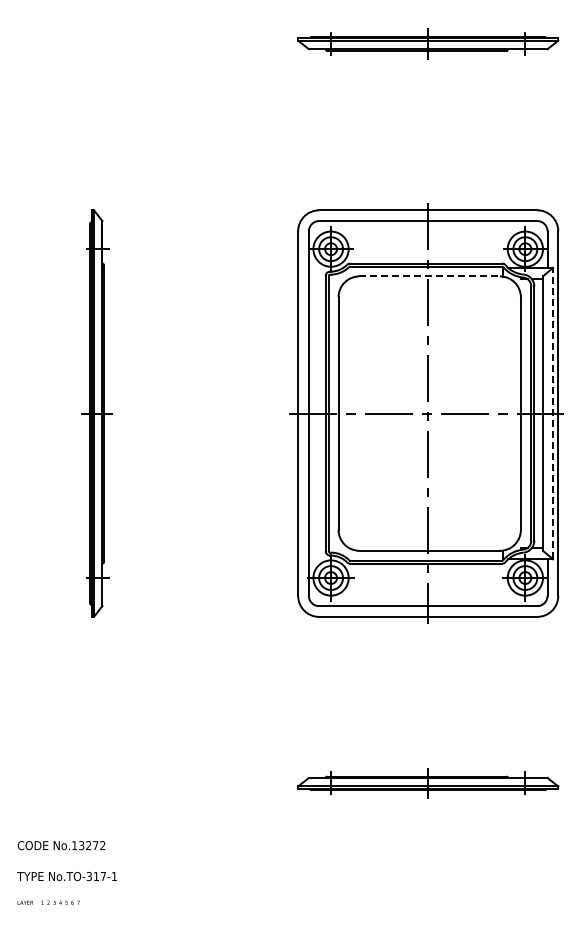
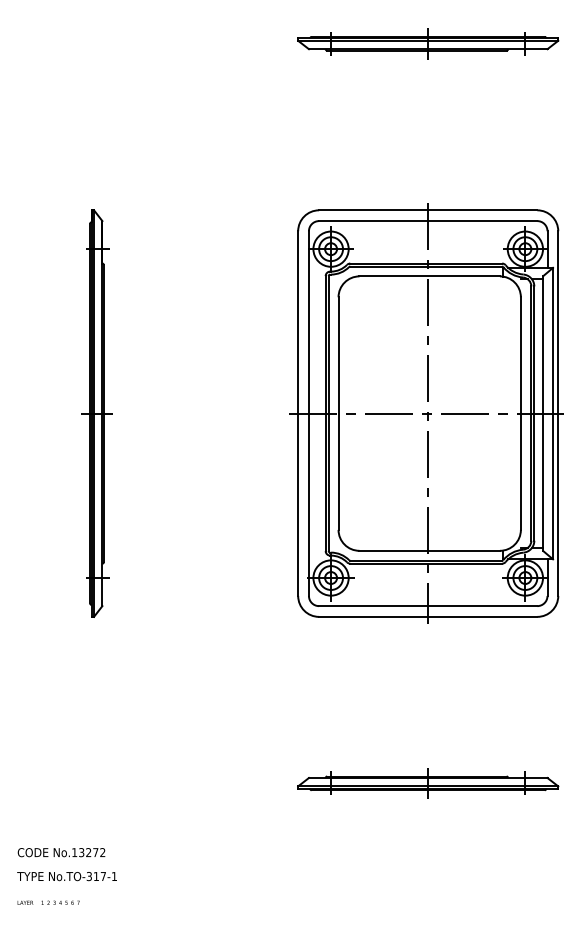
line at (430, 276): dashed -> solid
line at (553, 413): dashed -> solid
text at (61, 845) position: (61, 845) -> (61, 852)
